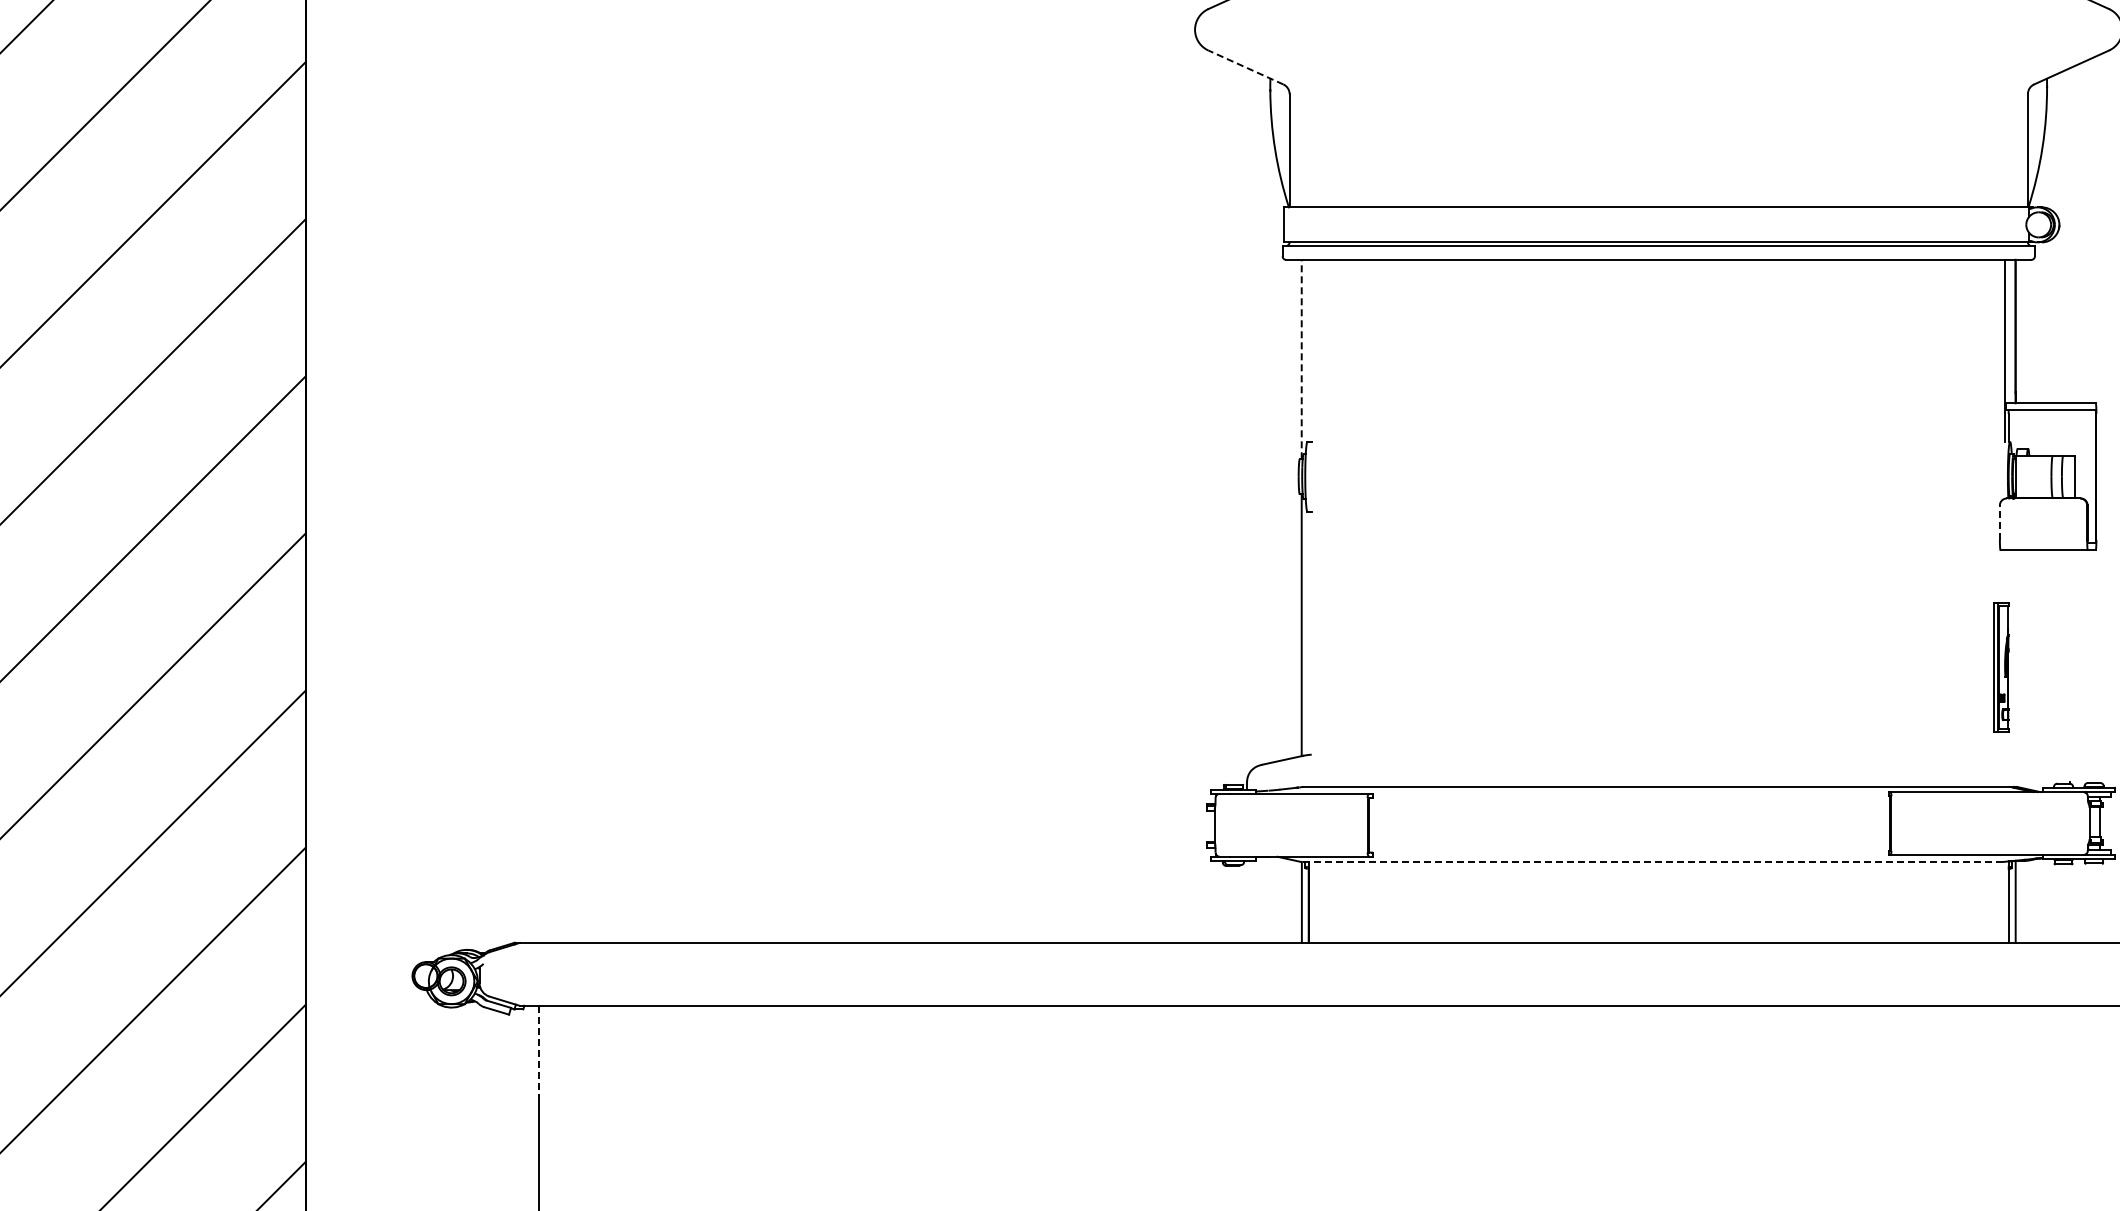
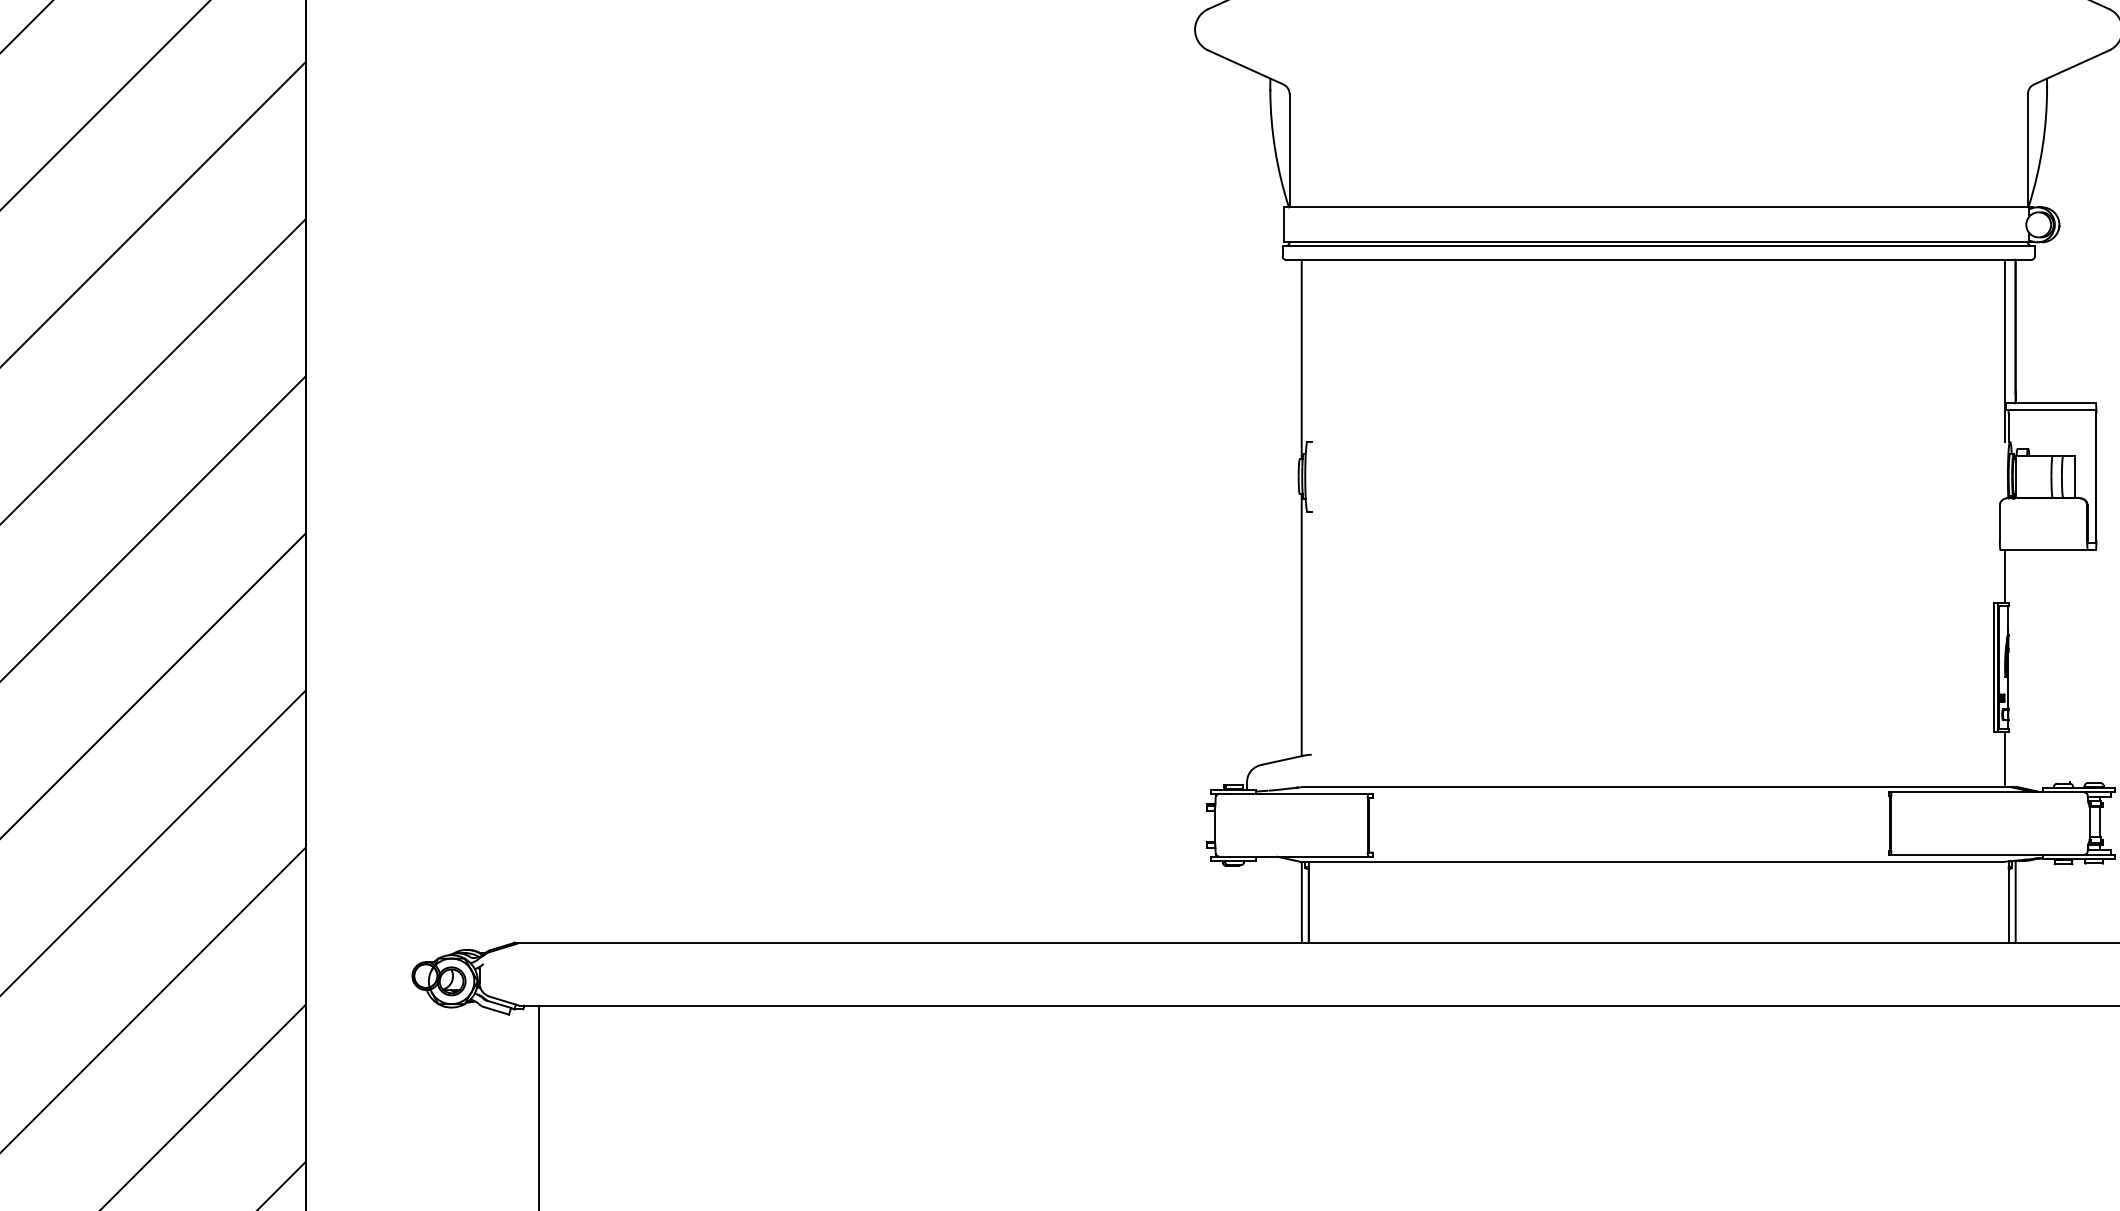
line at (1245, 67): dashed -> solid
line at (1301, 359): dashed -> solid
line at (1999, 522): dashed -> solid
line at (2005, 576): none -> present
line at (2005, 759): none -> present
line at (1651, 861): dashed -> solid
line at (539, 1051): dashed -> solid
